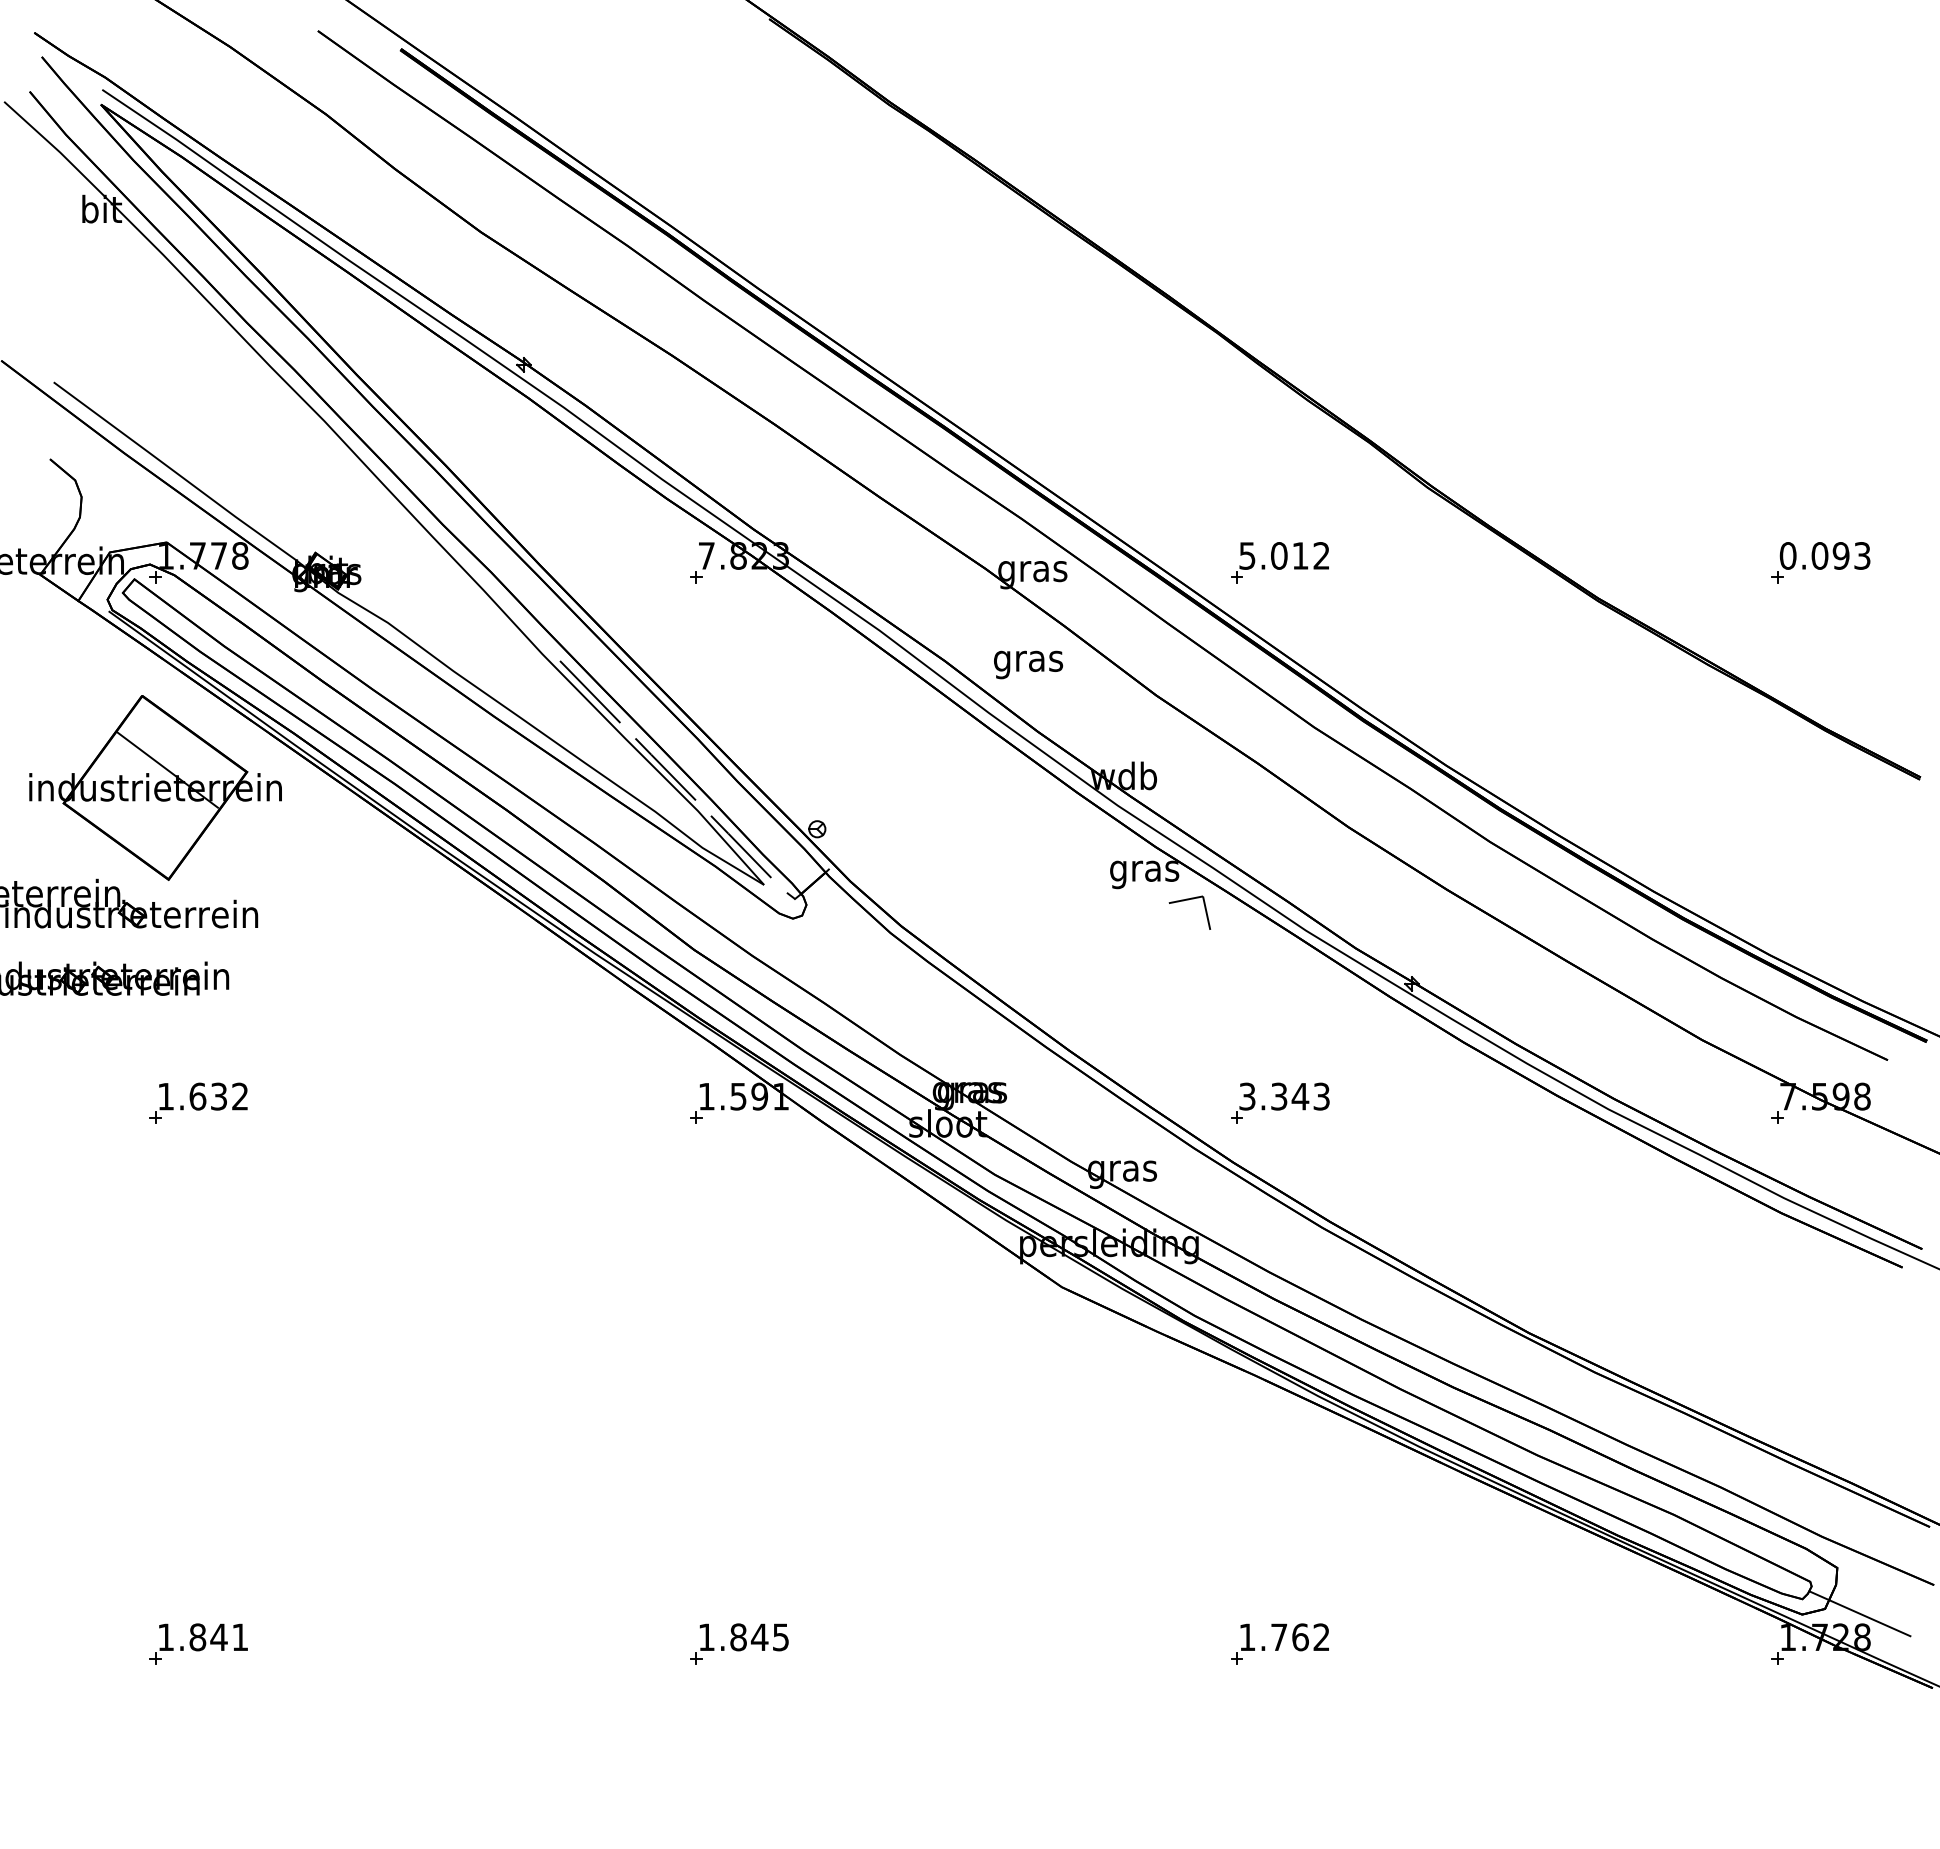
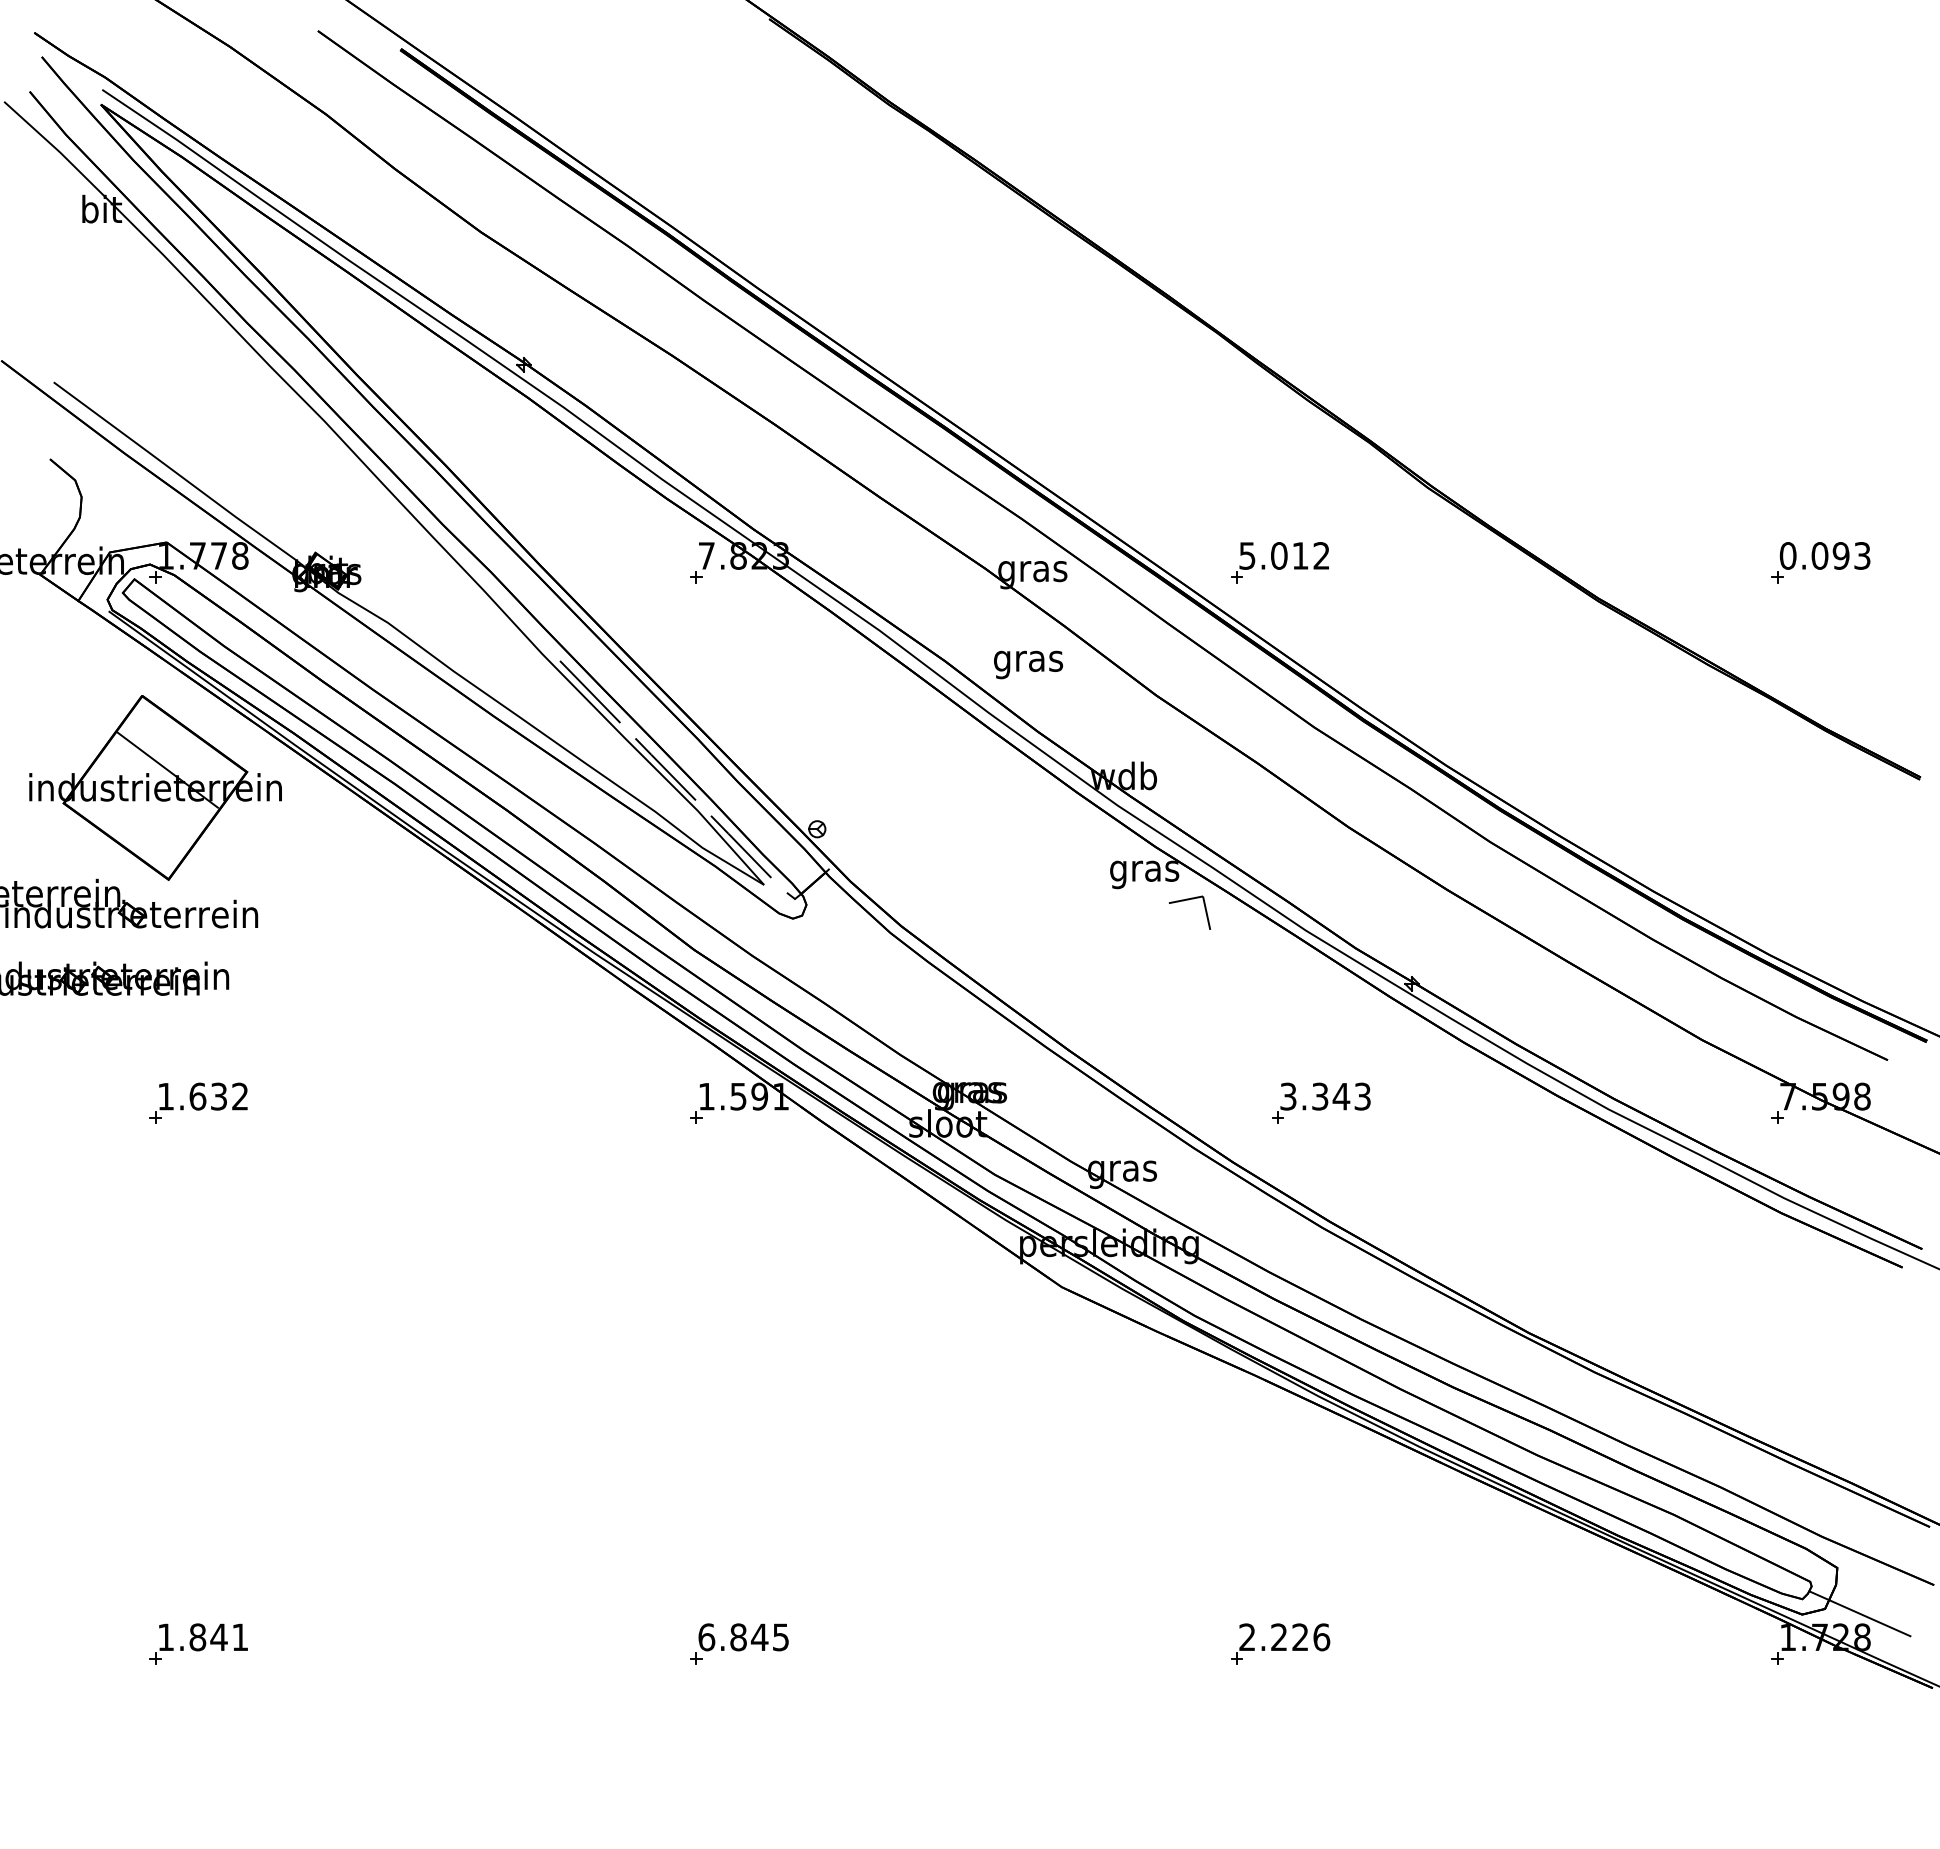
part at (1280, 1102) position: (1280, 1102) -> (1321, 1102)
text at (706, 1637): 1.845 -> 6.845
text at (1284, 1637): 1.762 -> 2.226
